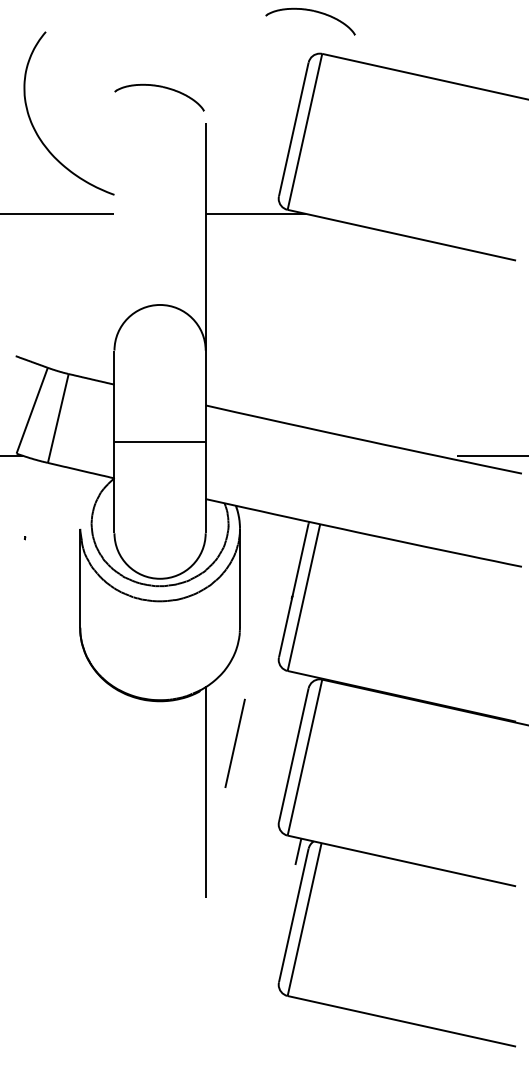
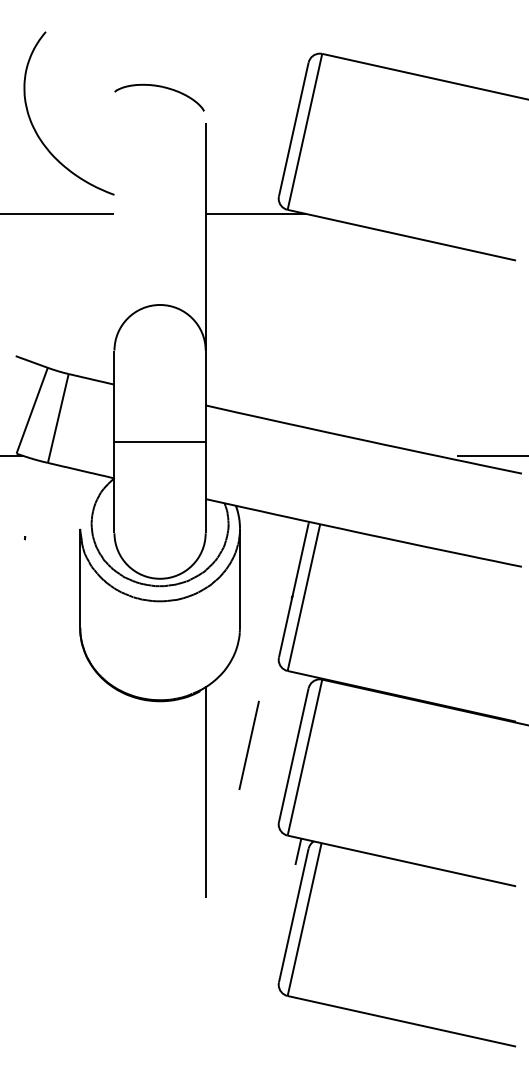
part at (314, 12): present -> none
line at (234, 742) position: (234, 742) -> (248, 744)
